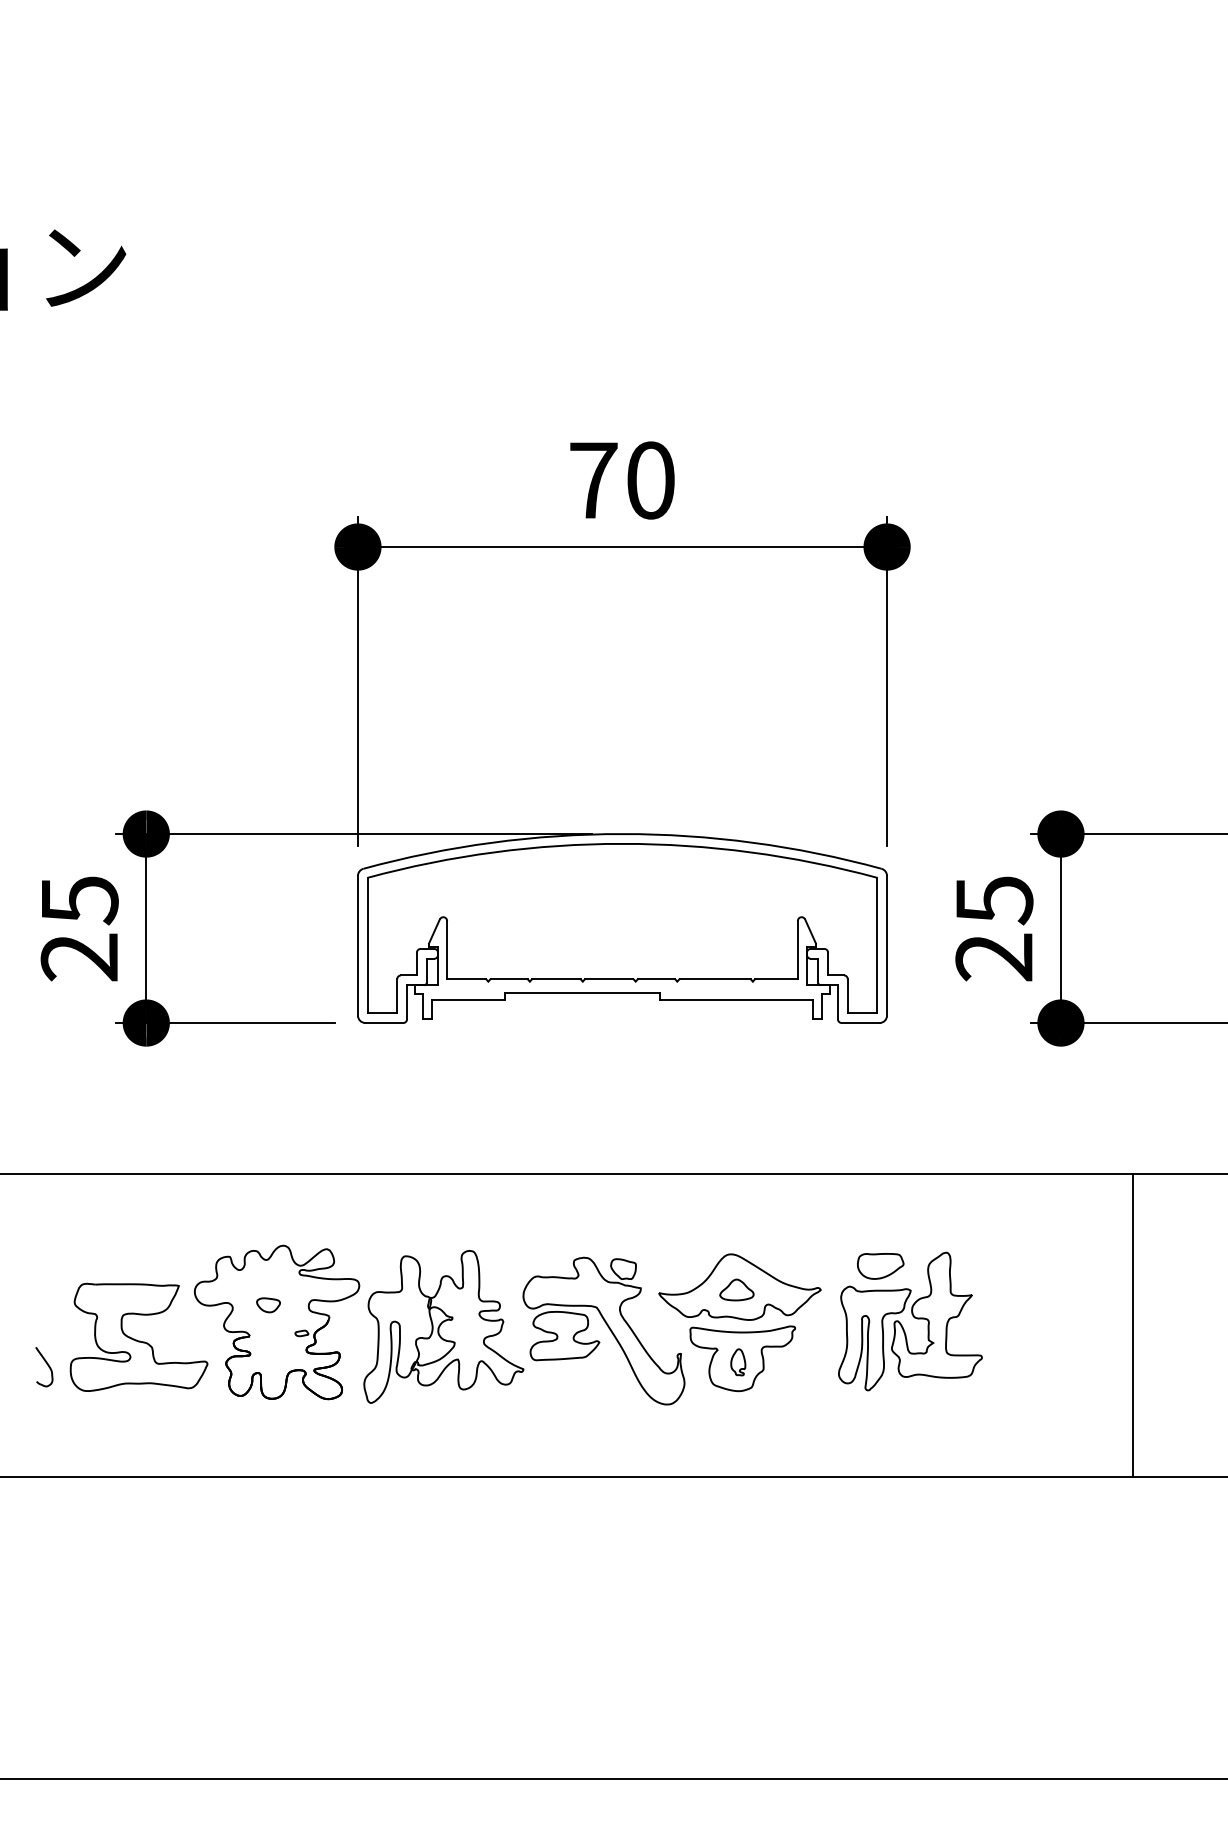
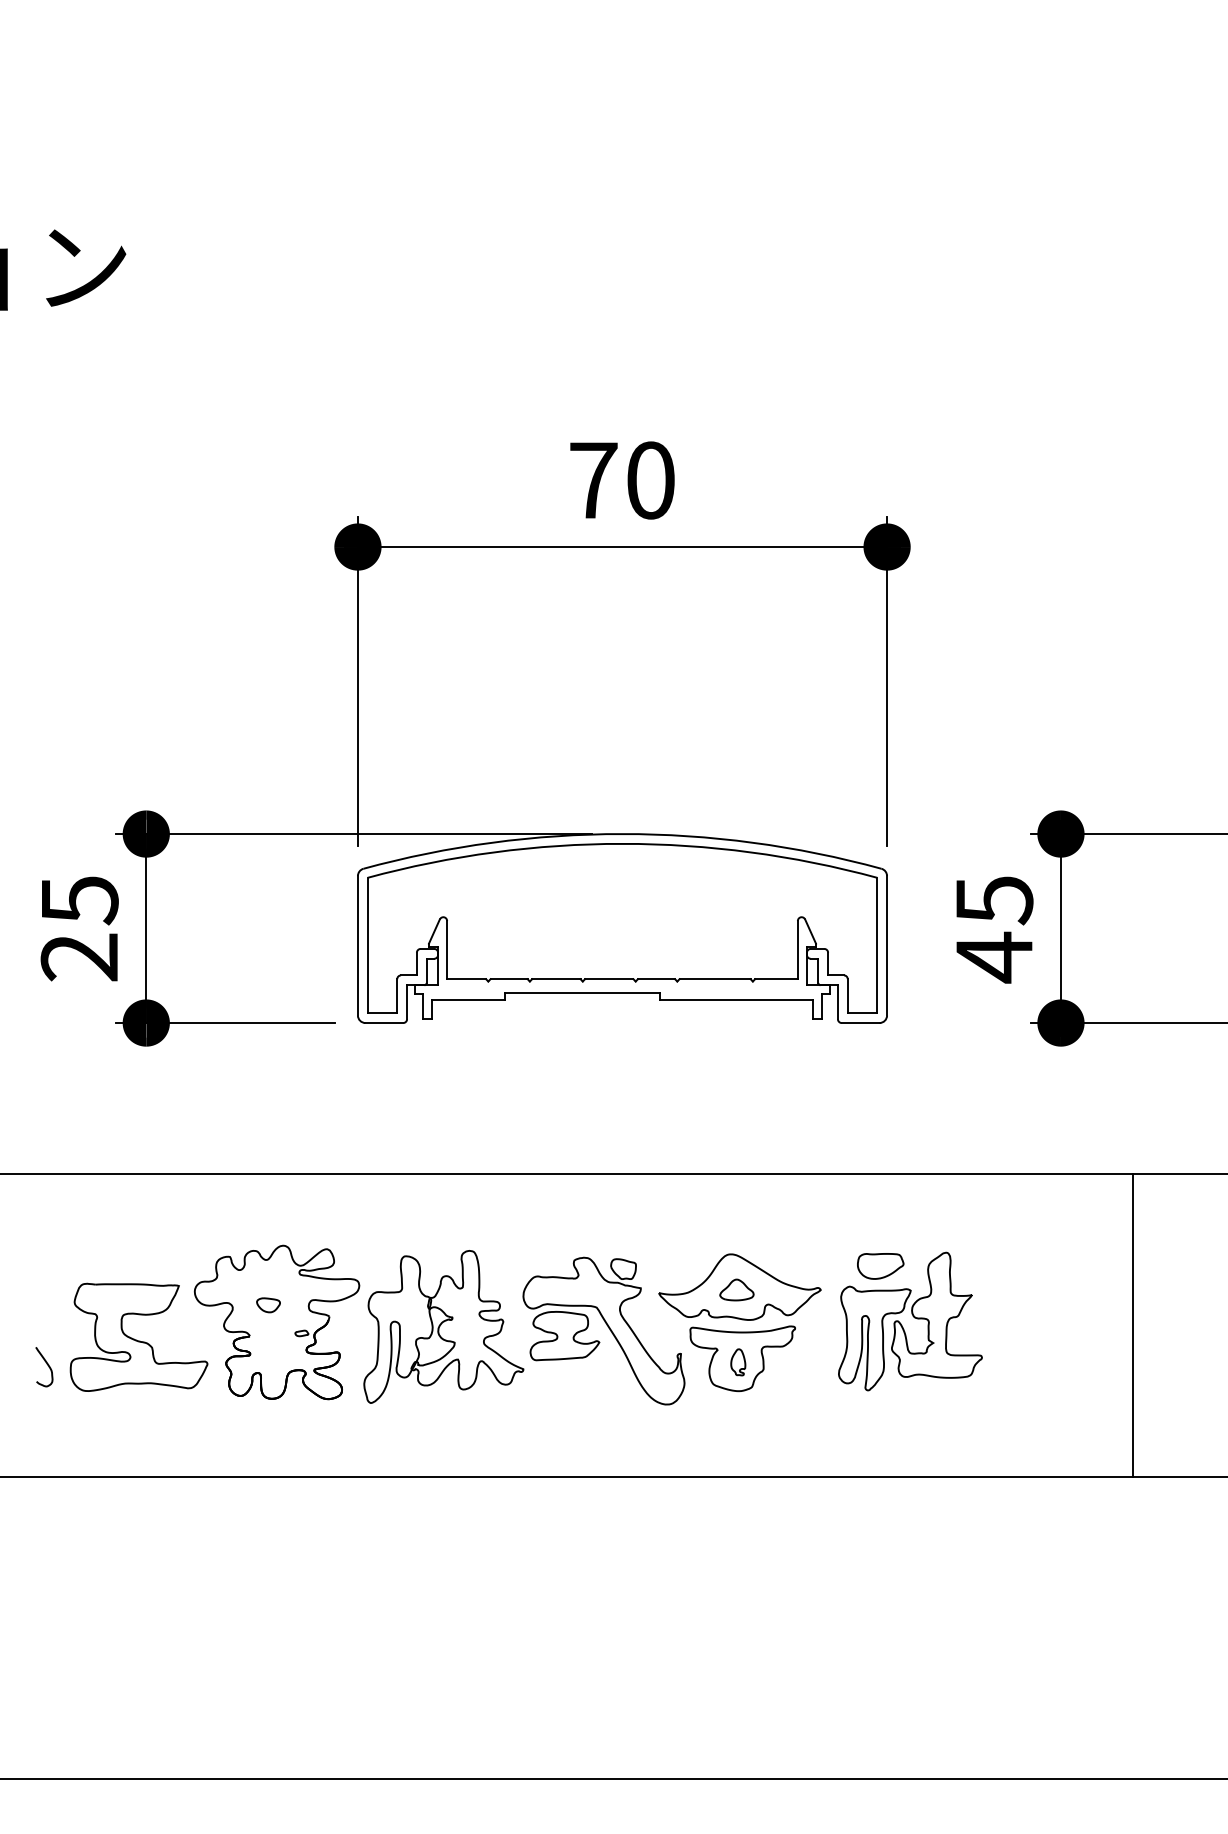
text at (993, 957): 25 -> 45
